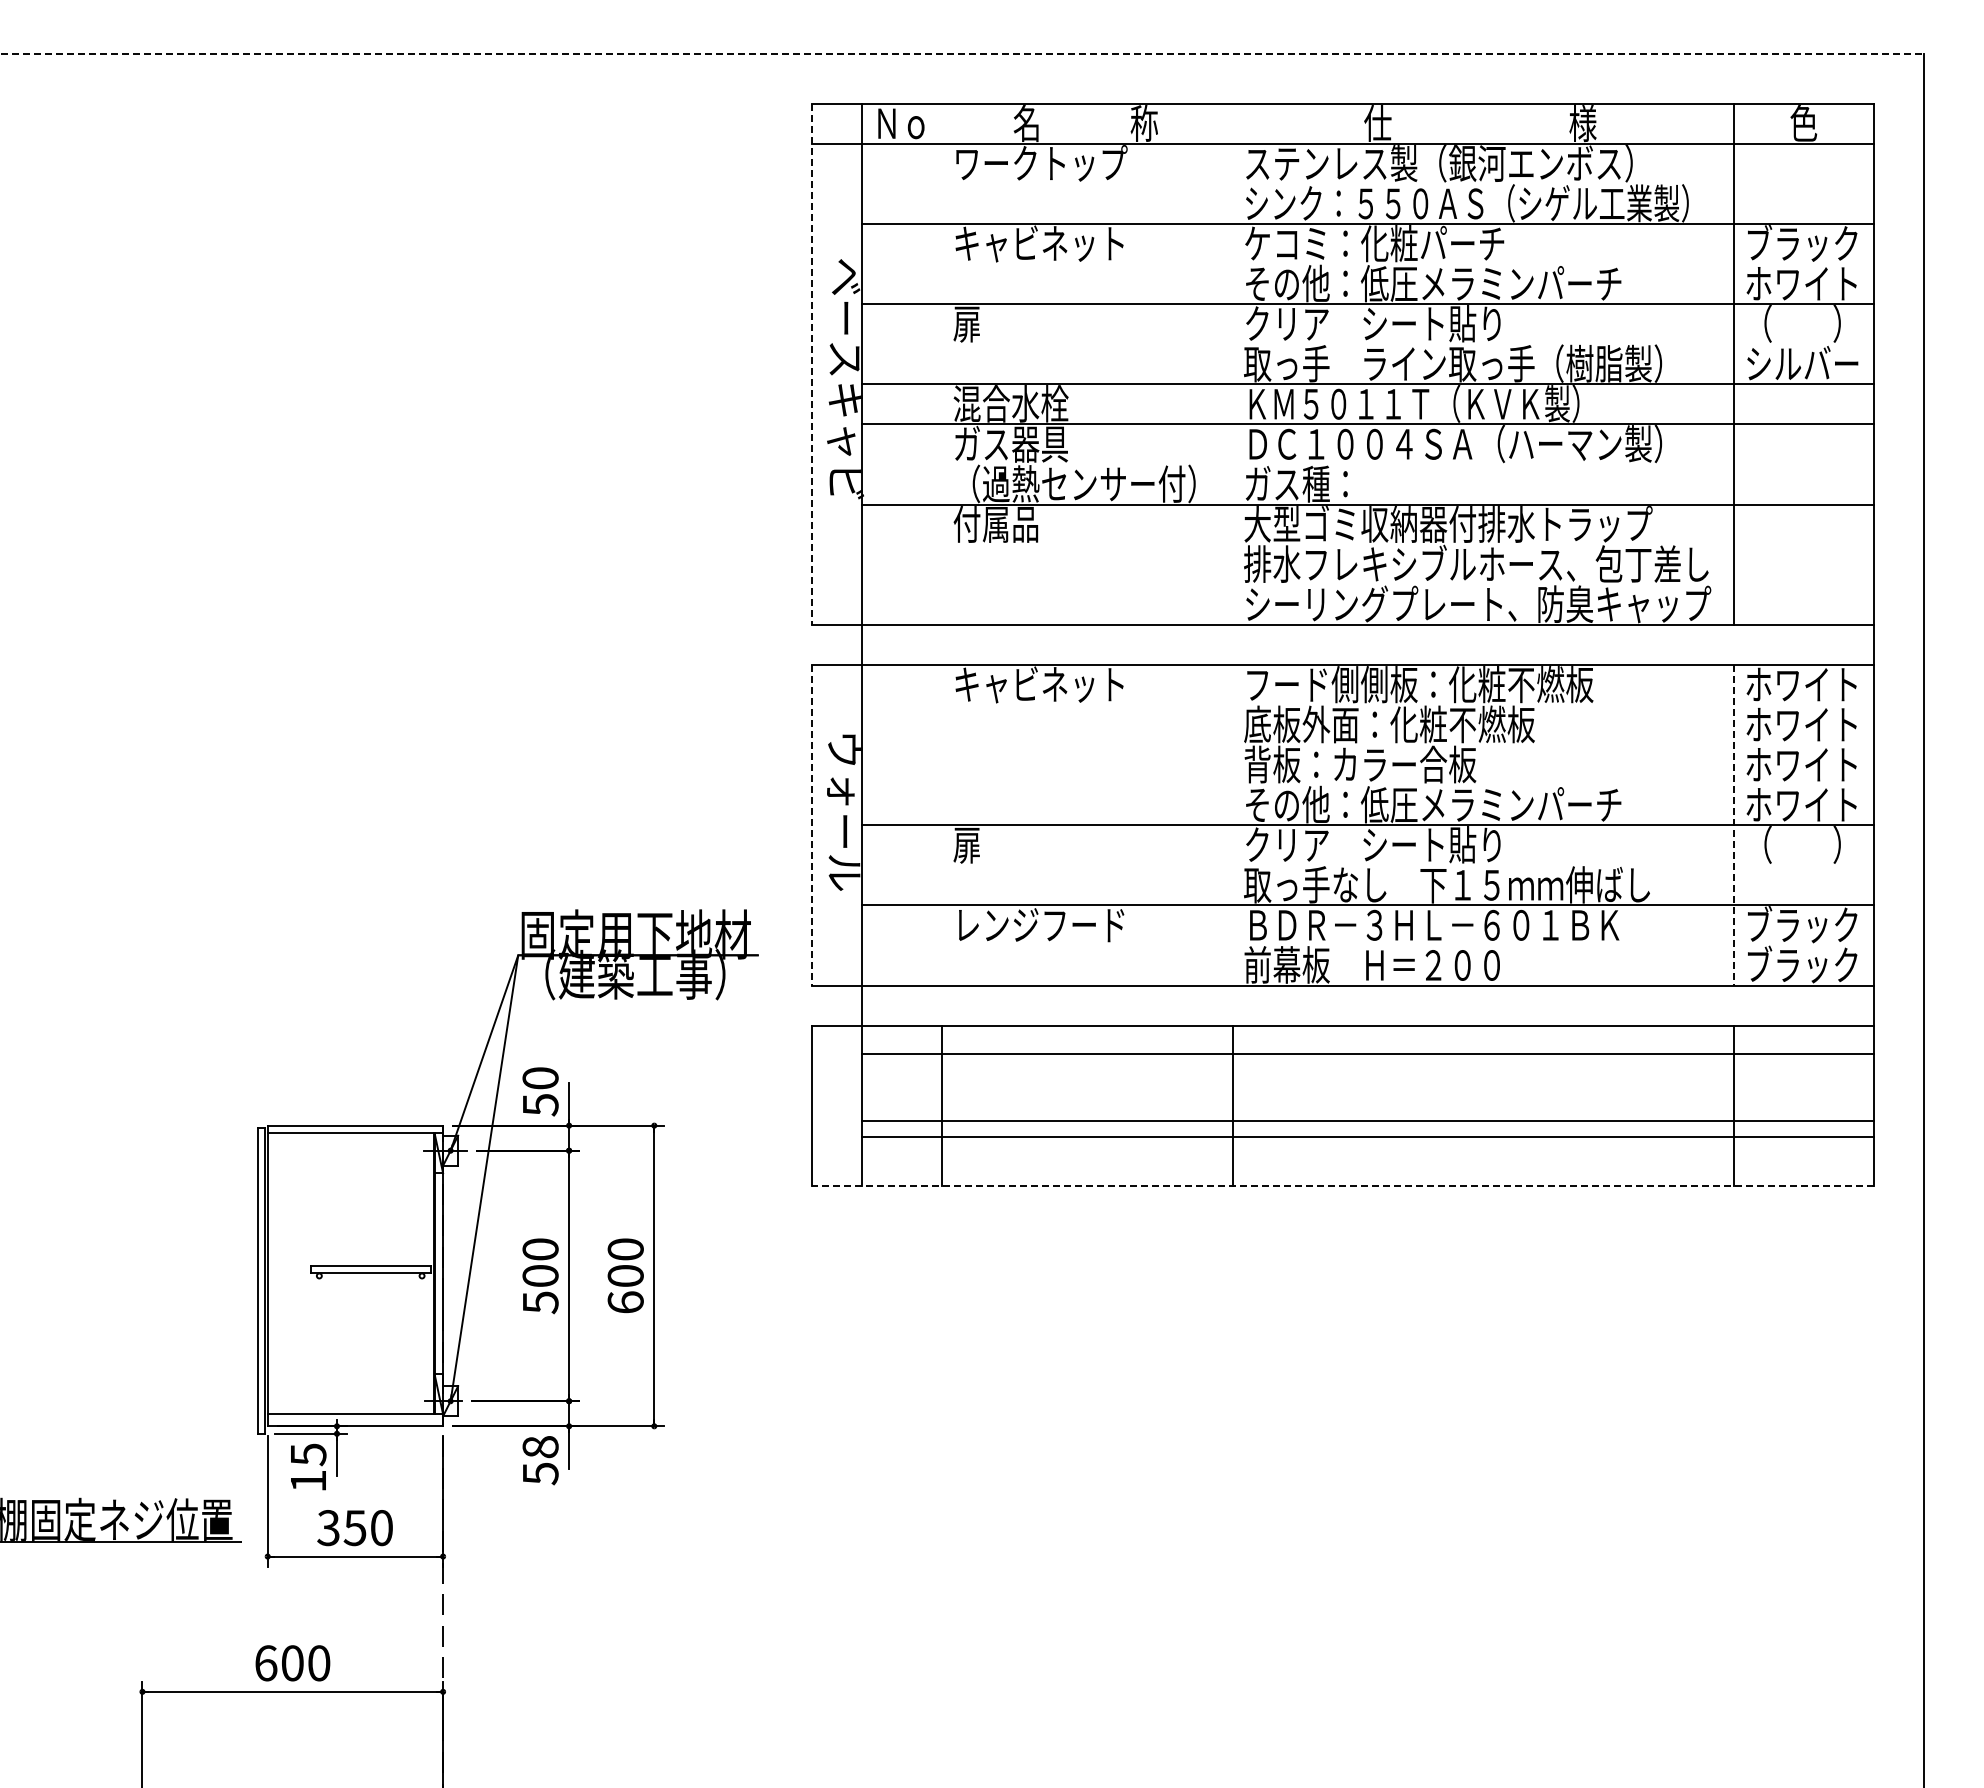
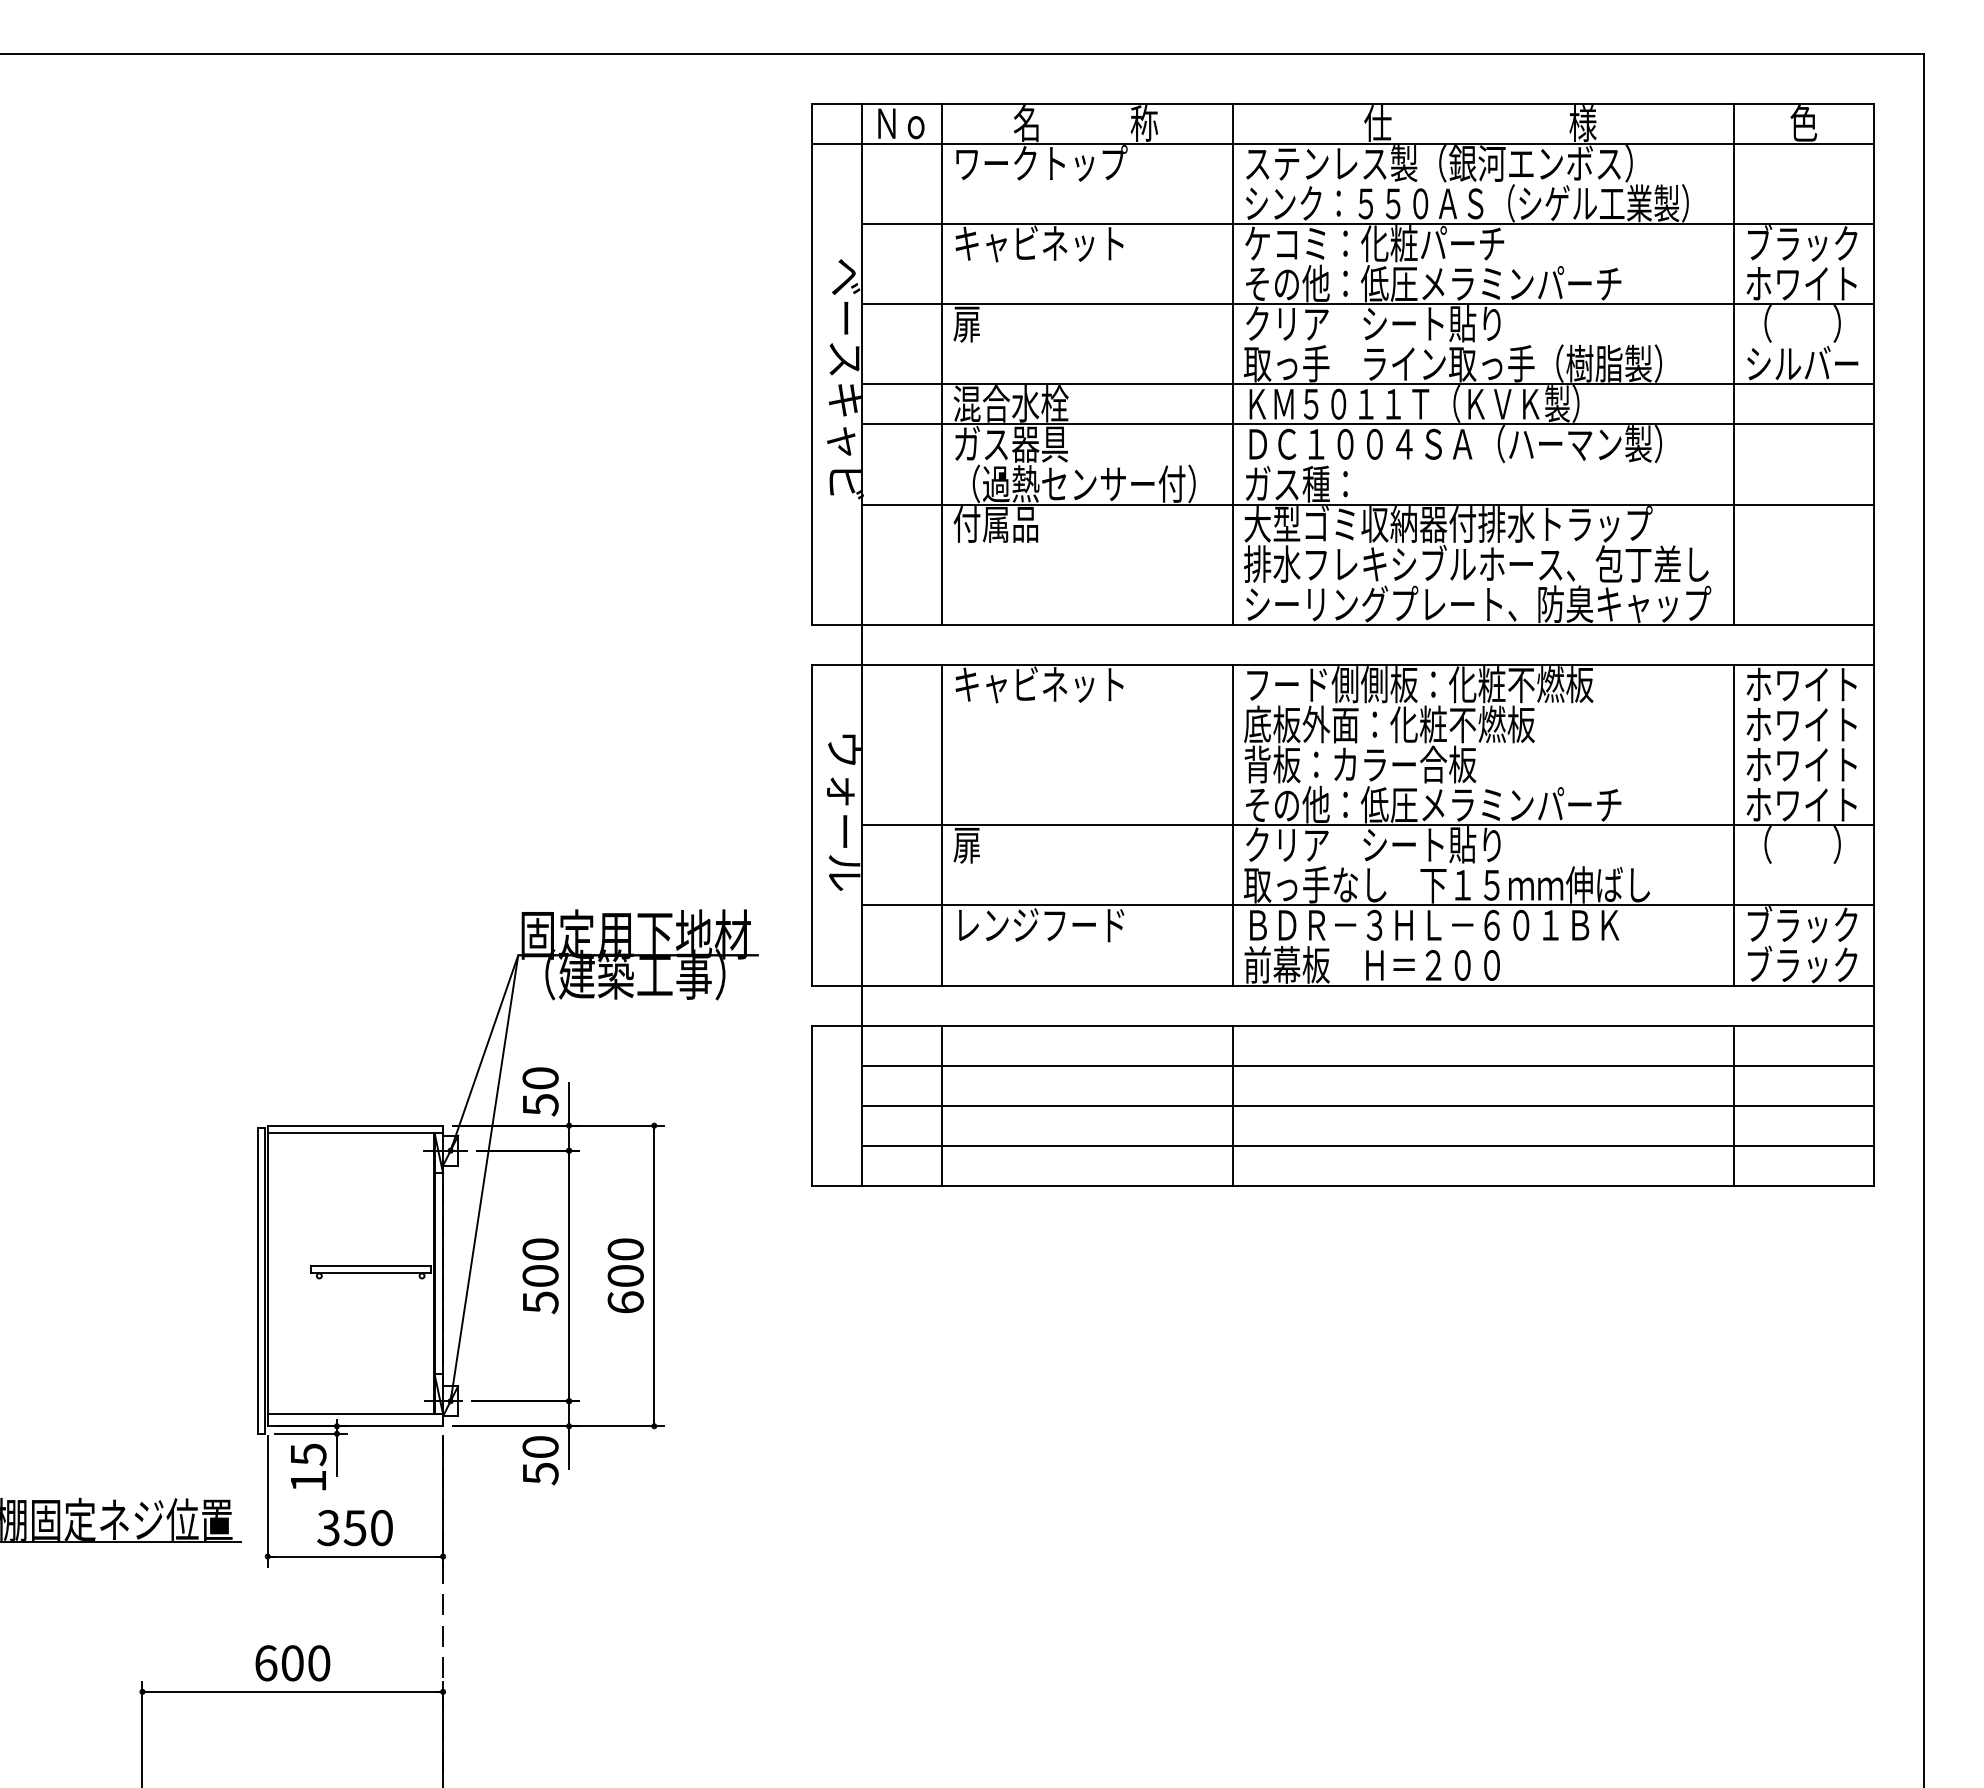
line at (962, 53): dashed -> solid
line at (942, 363): none -> present
line at (1233, 363): none -> present
line at (812, 364): dashed -> solid
line at (942, 824): none -> present
line at (1233, 824): none -> present
line at (812, 825): dashed -> solid
line at (1734, 825): dashed -> solid
line at (1368, 1053) position: (1368, 1053) -> (1368, 1065)
line at (1368, 1120) position: (1368, 1120) -> (1368, 1145)
line at (1368, 1136) position: (1368, 1136) -> (1368, 1105)
line at (1342, 1185): dashed -> solid
text at (540, 1447): 58 -> 50
